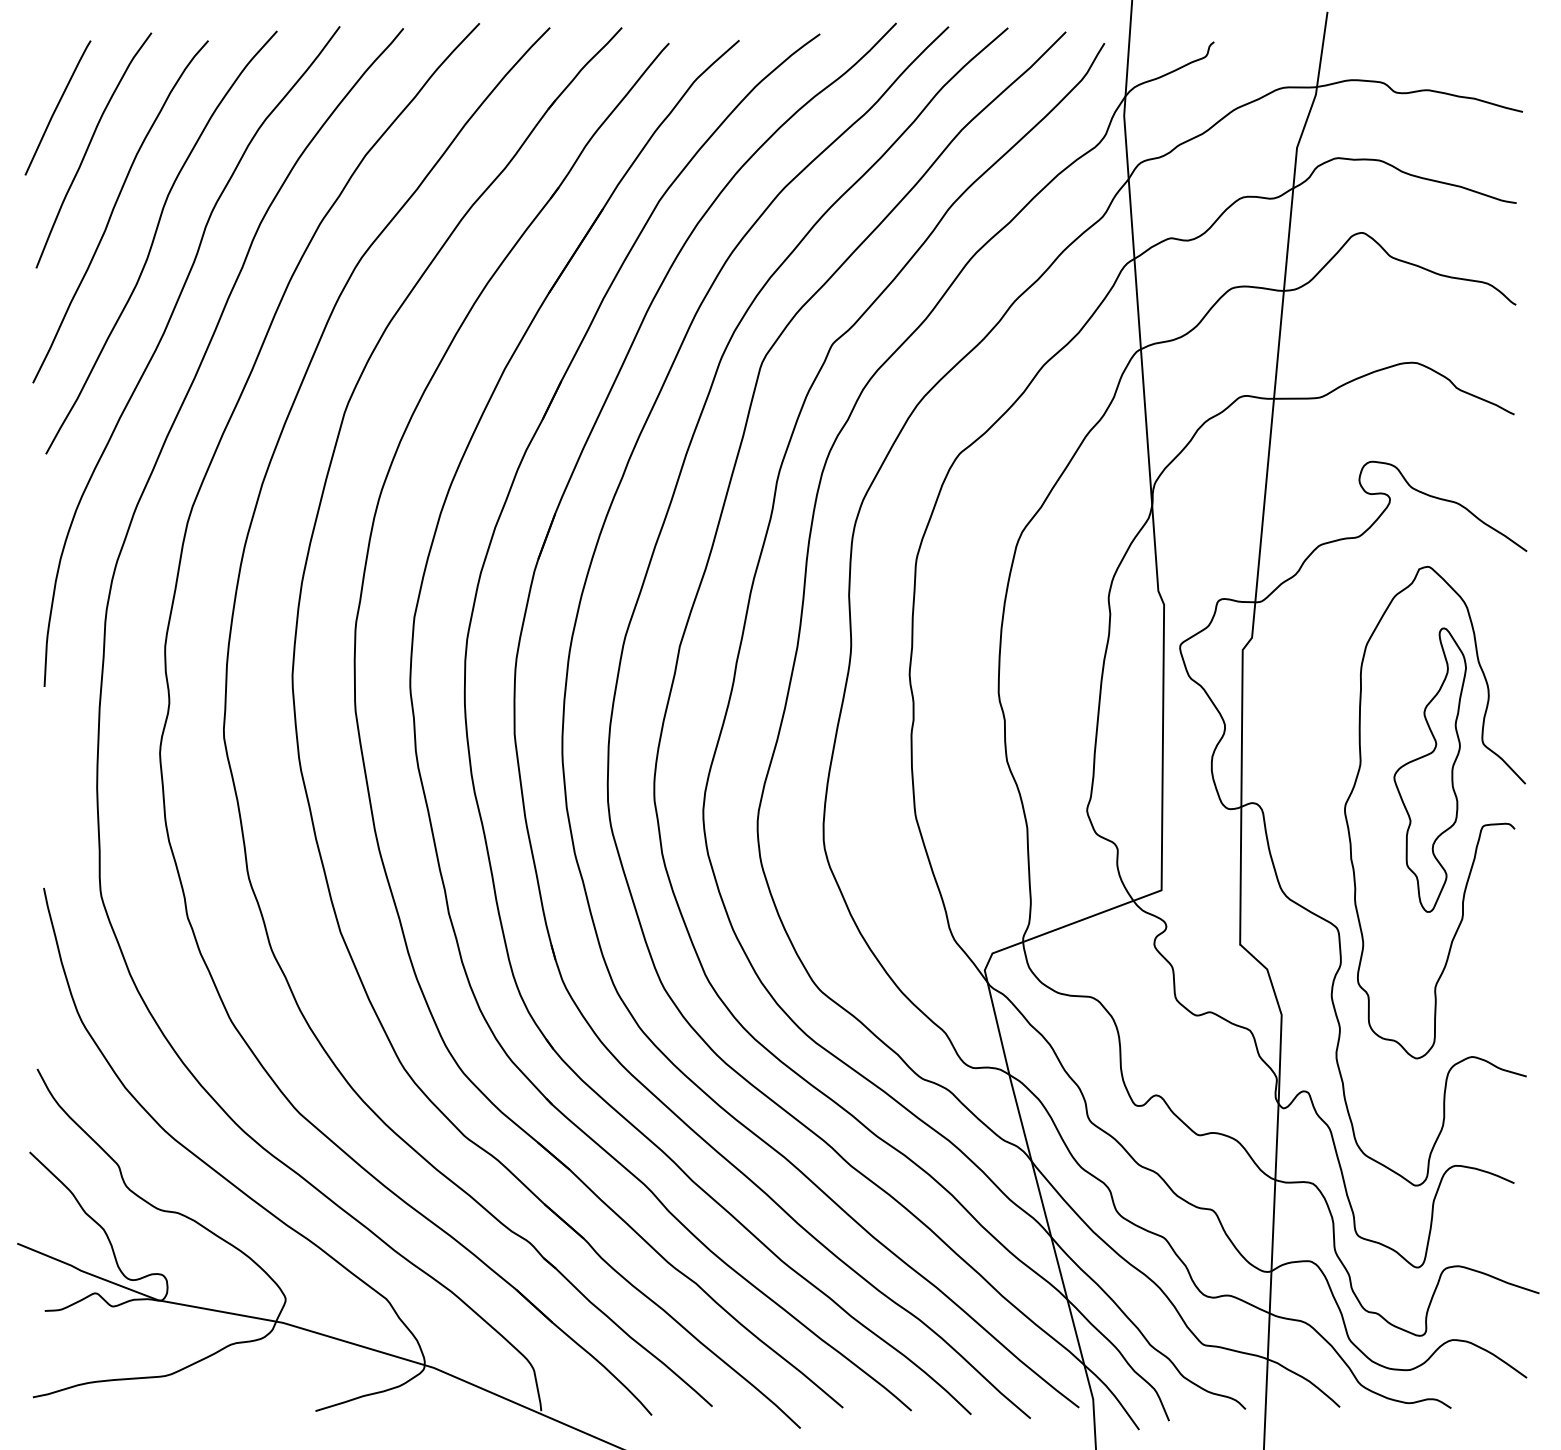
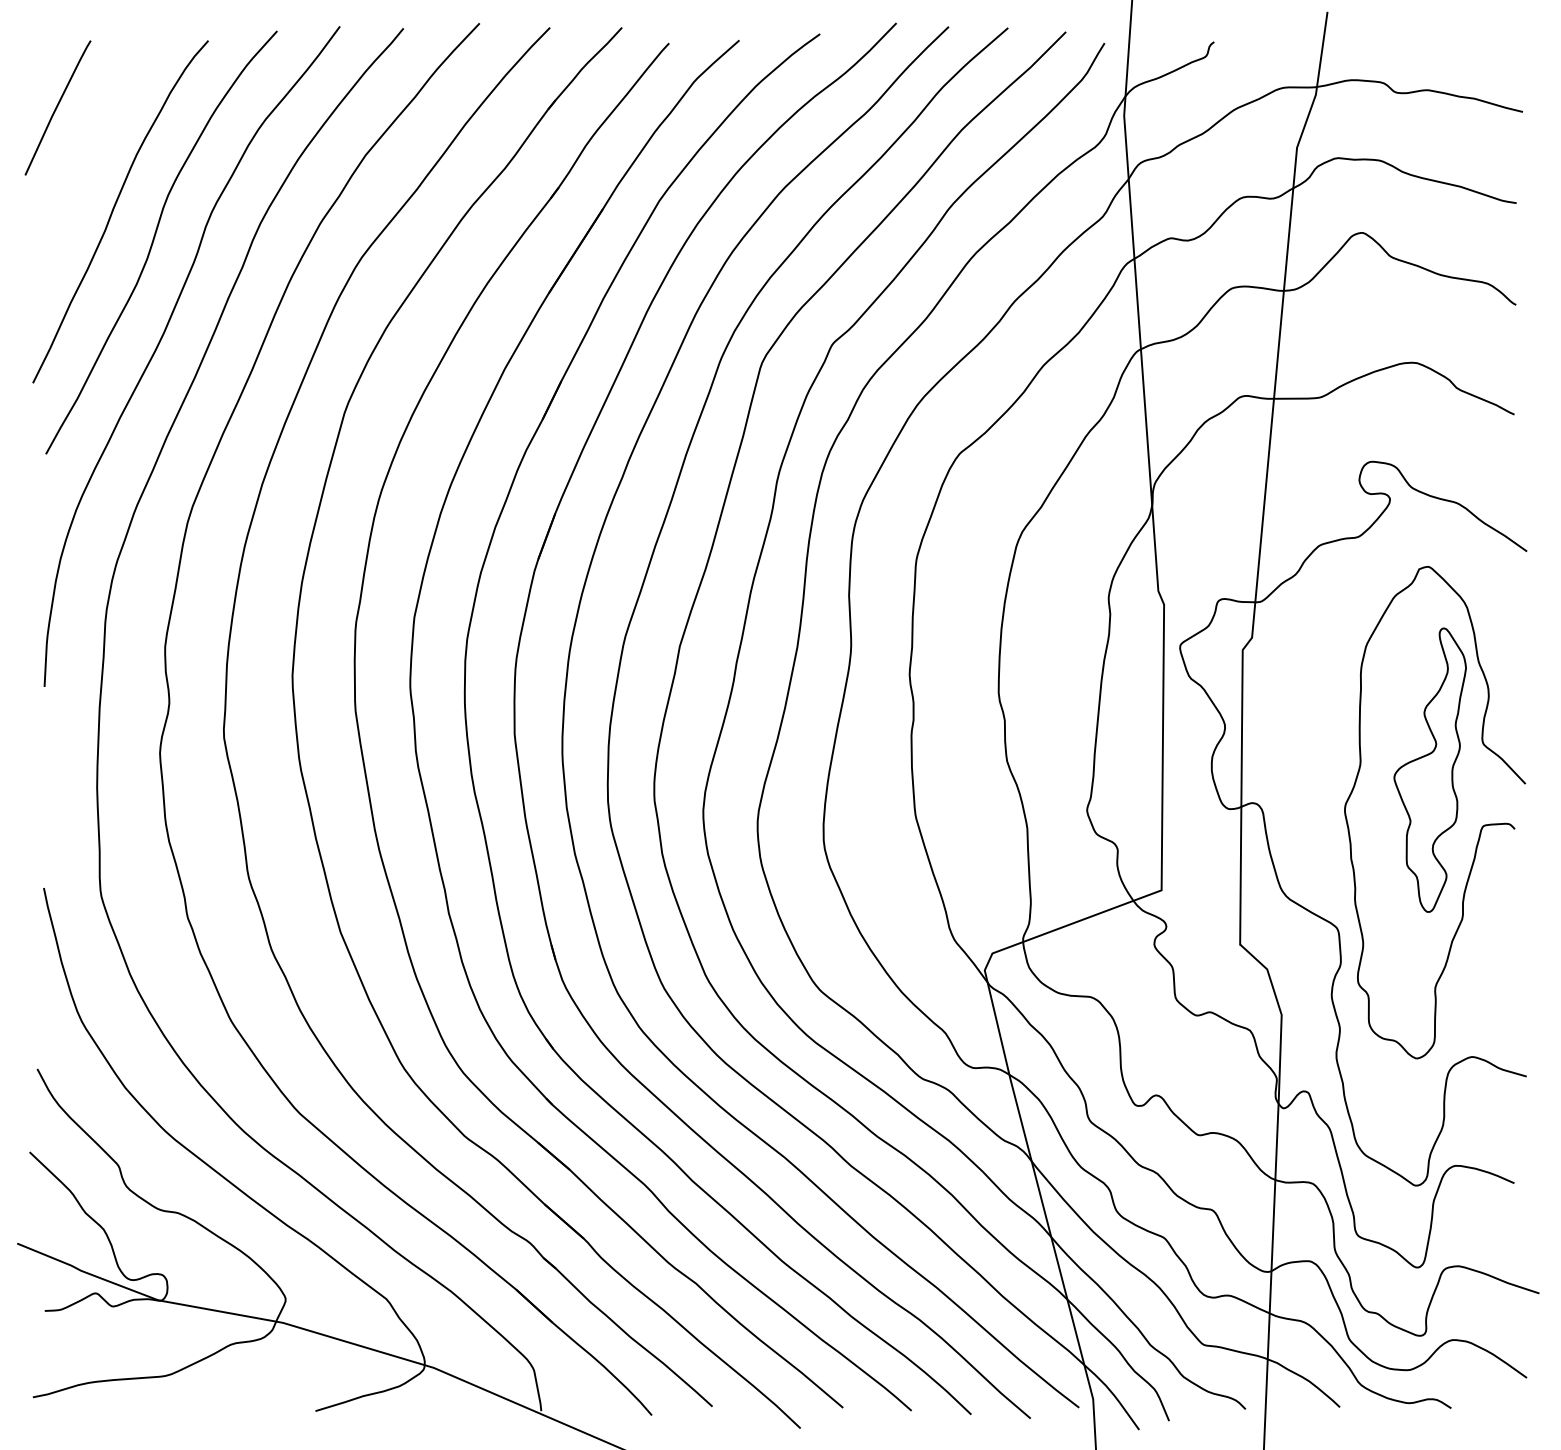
curve at (88, 149): present -> none
